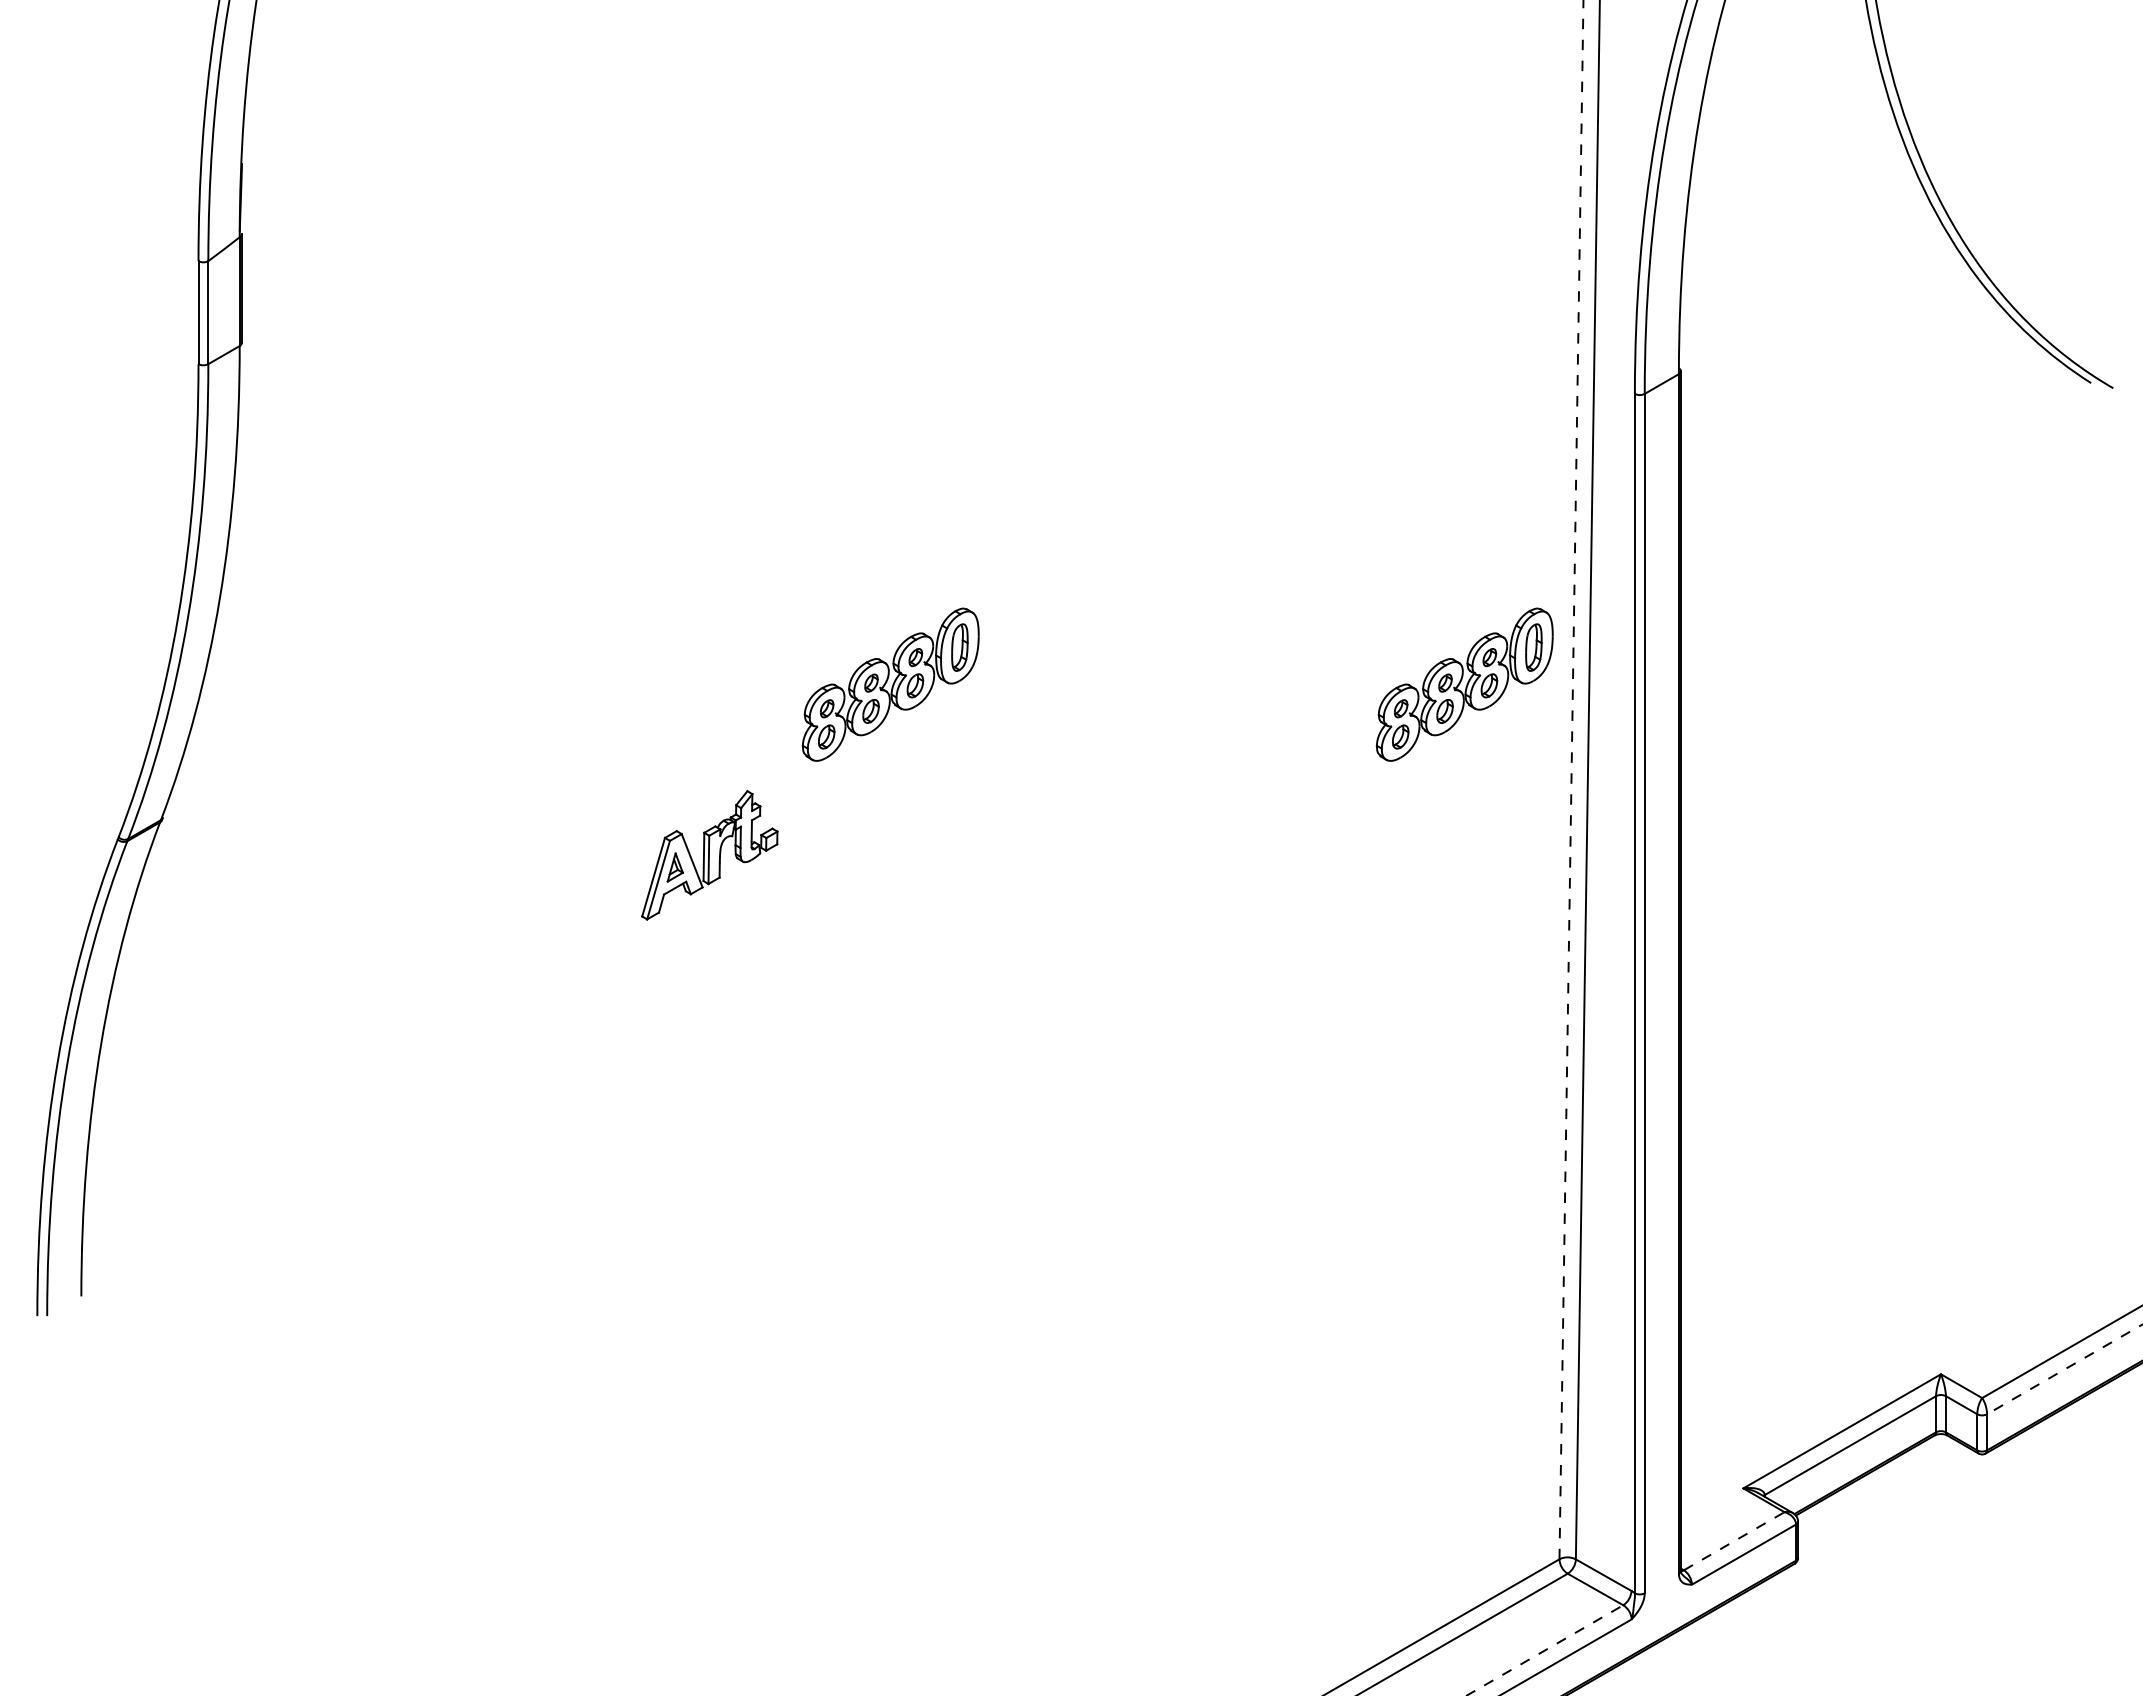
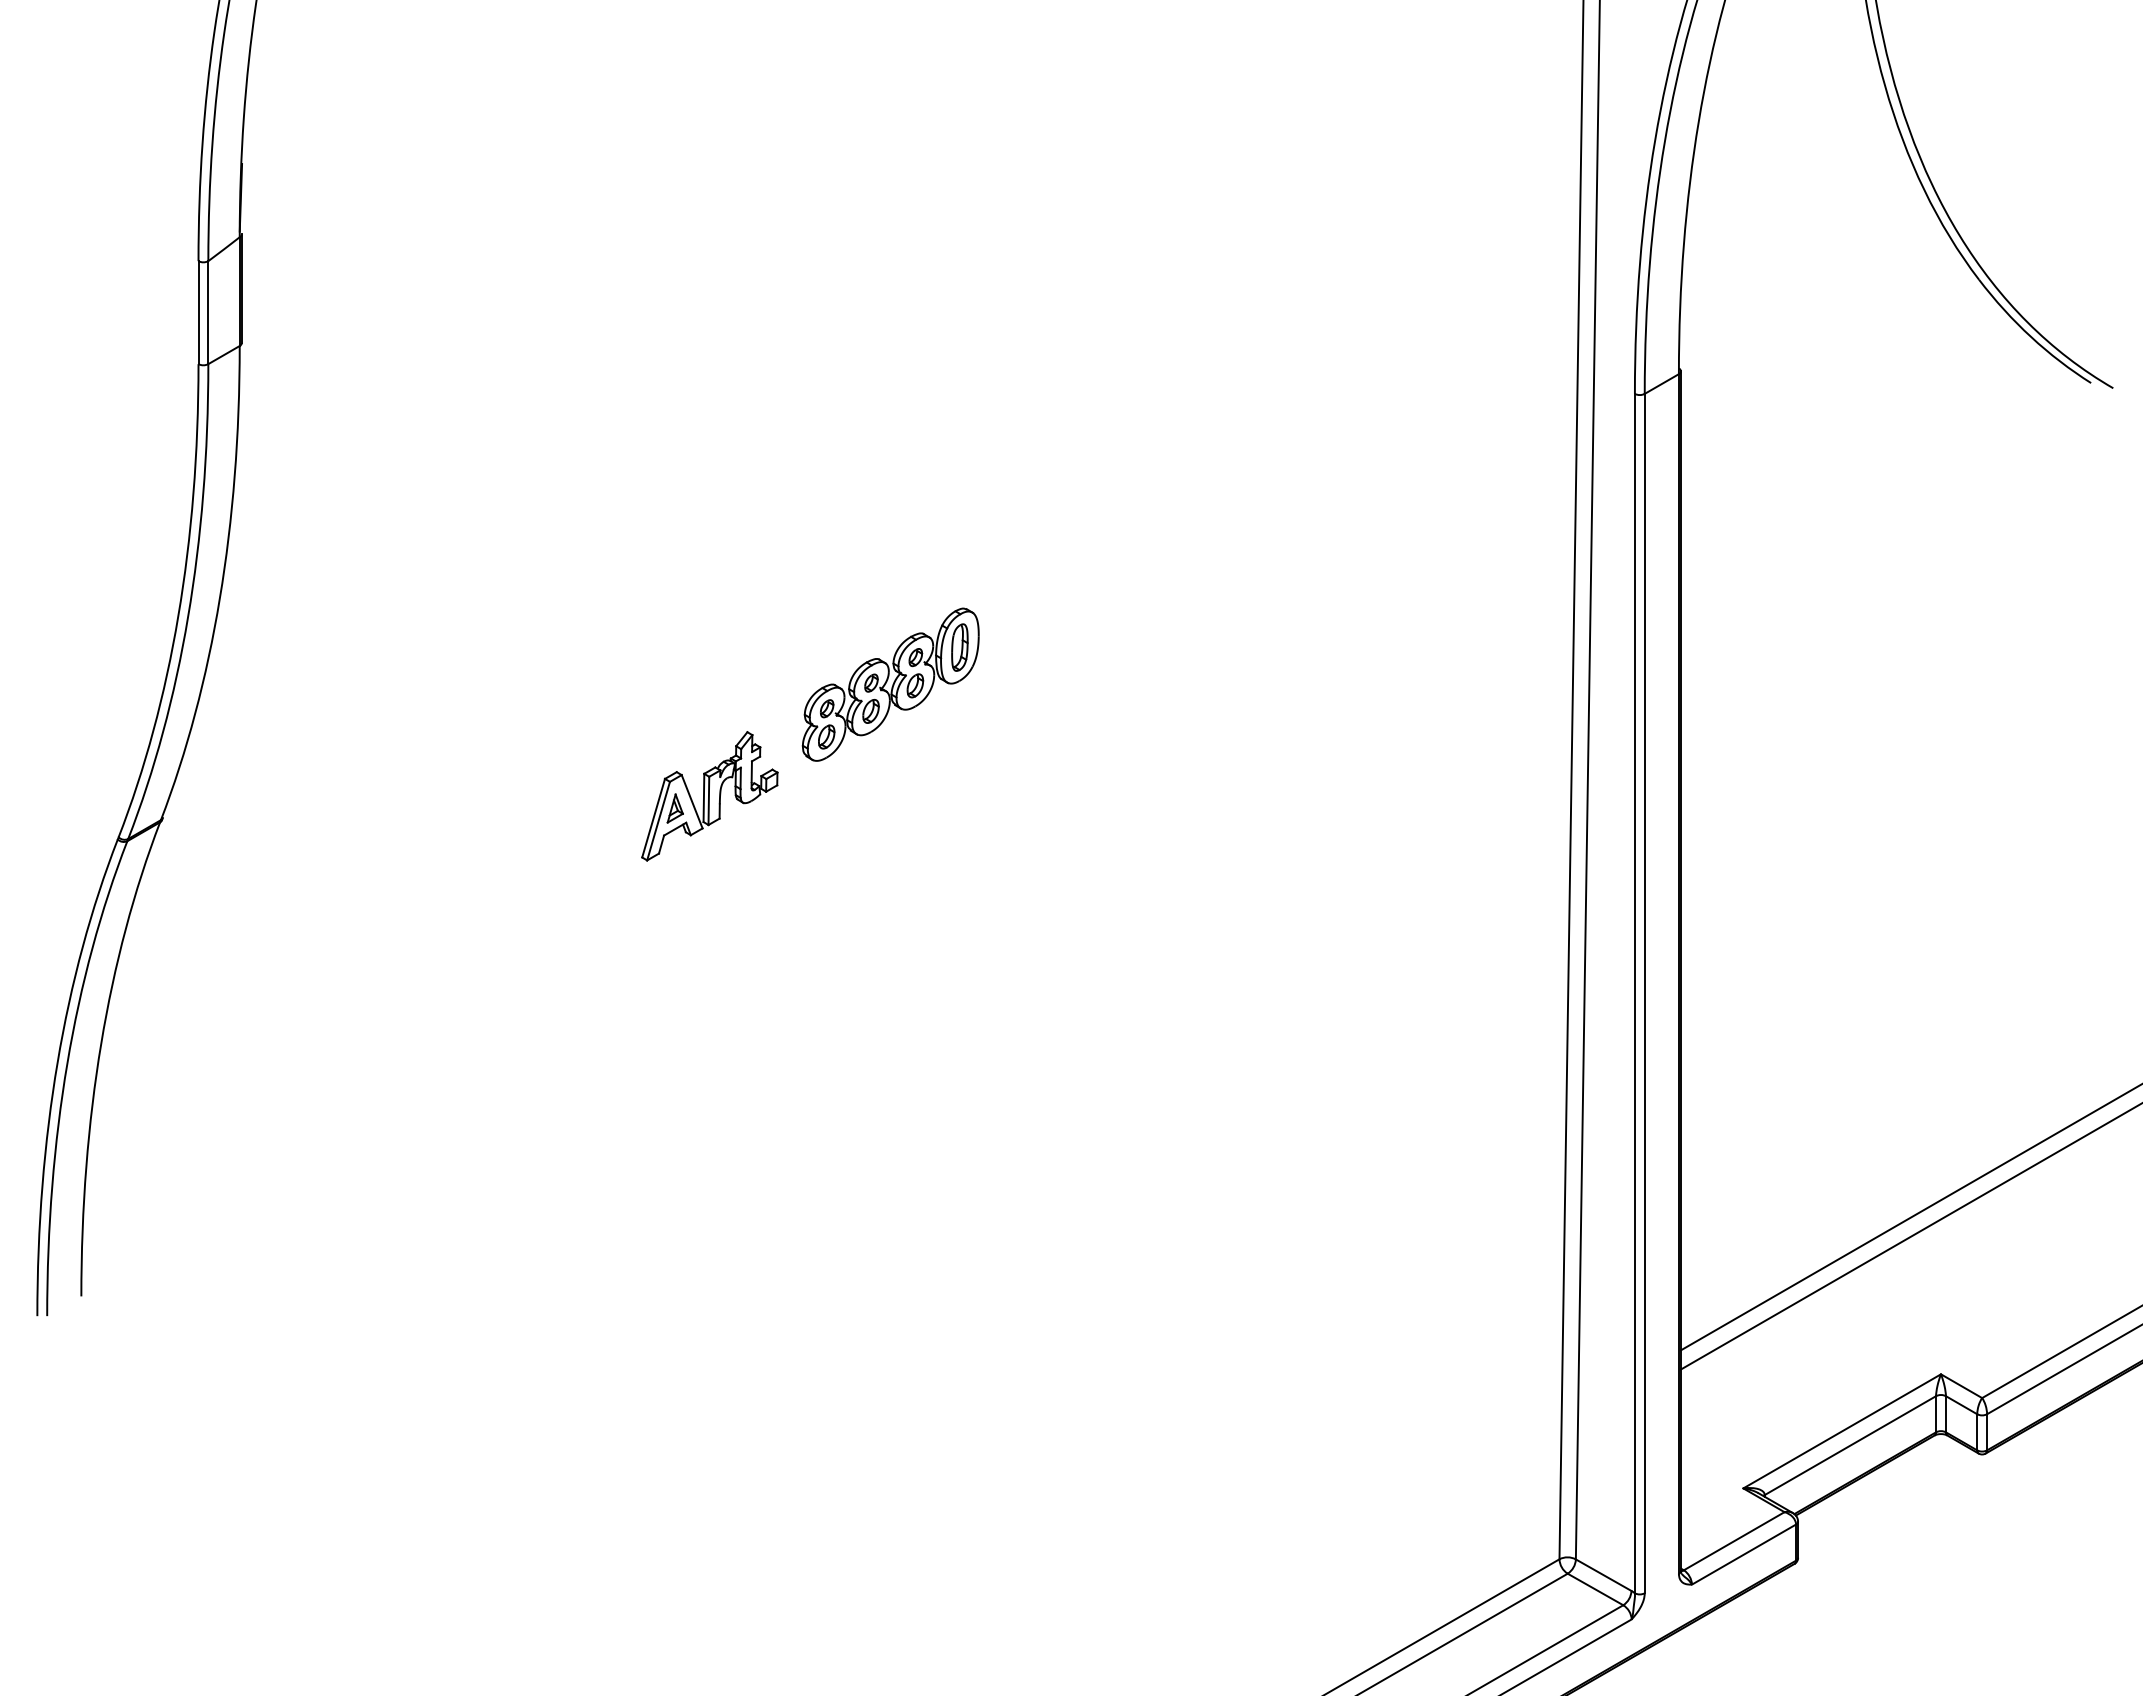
part at (1464, 684): present -> none
line at (1571, 779): dashed -> solid
part at (709, 855) position: (709, 855) -> (709, 796)
line at (1909, 1217): none -> present
line at (1909, 1236): none -> present
line at (2065, 1369): dashed -> solid
line at (1734, 1540): dashed -> solid
line at (1545, 1650): dashed -> solid
